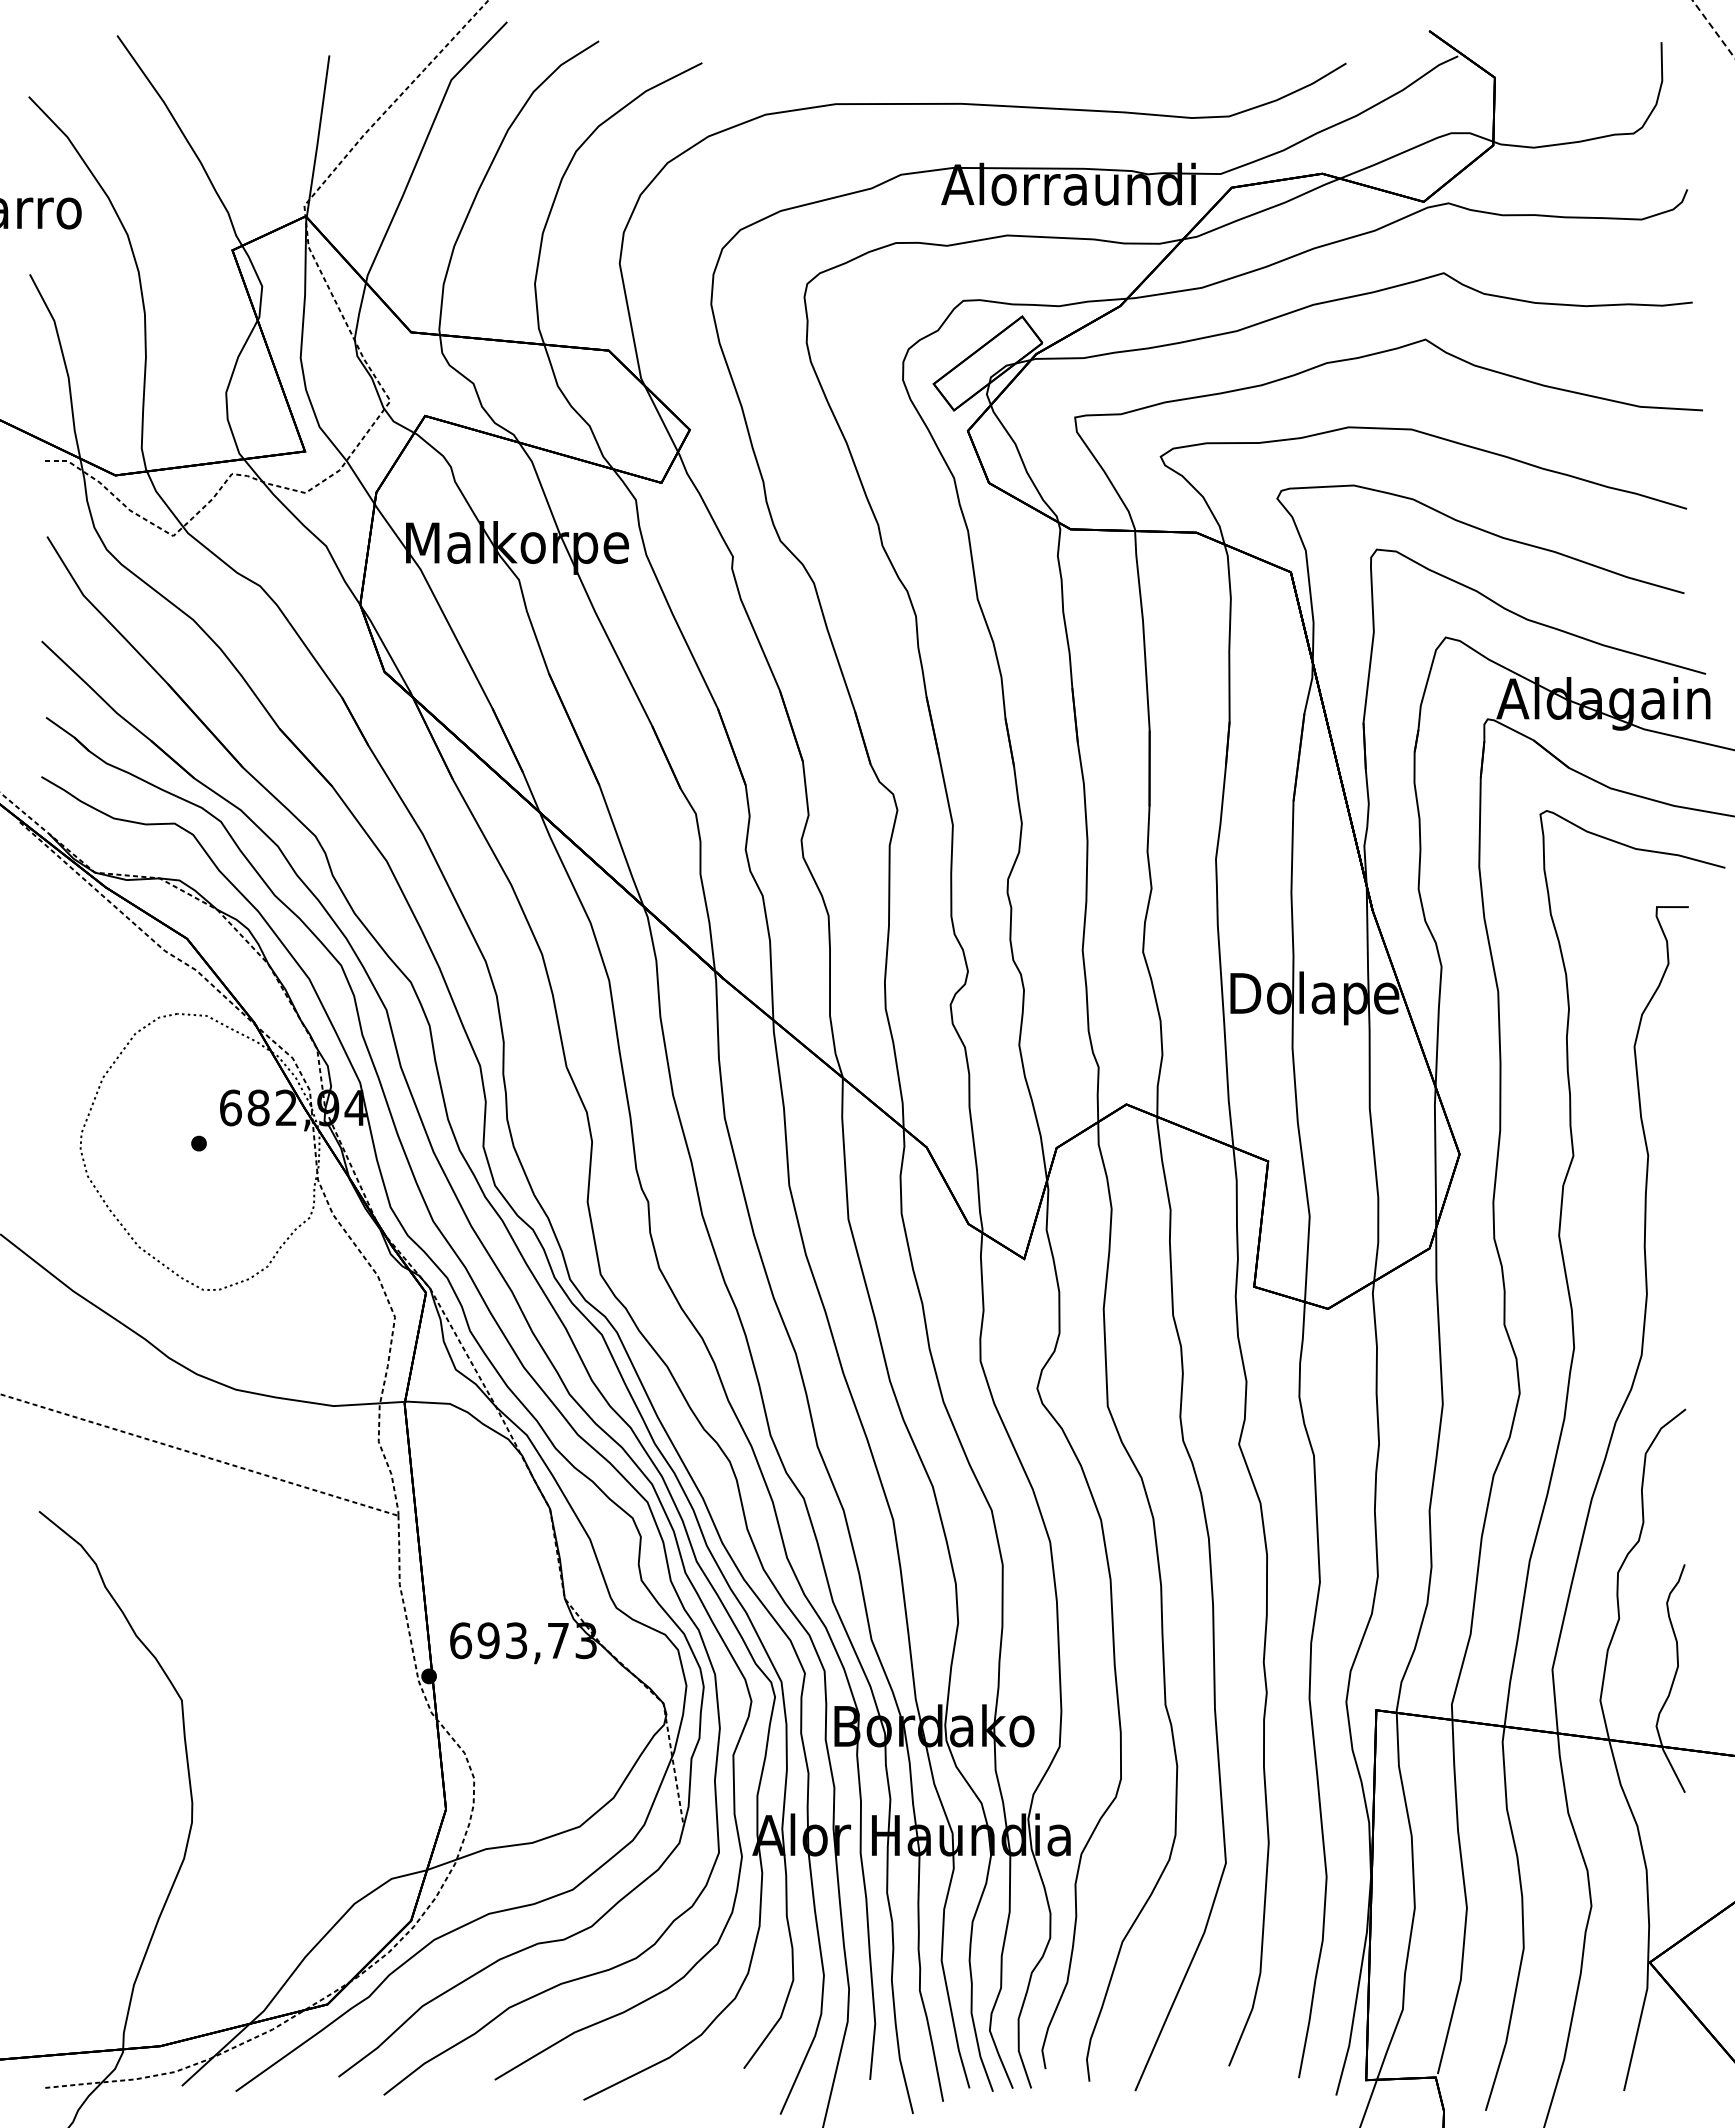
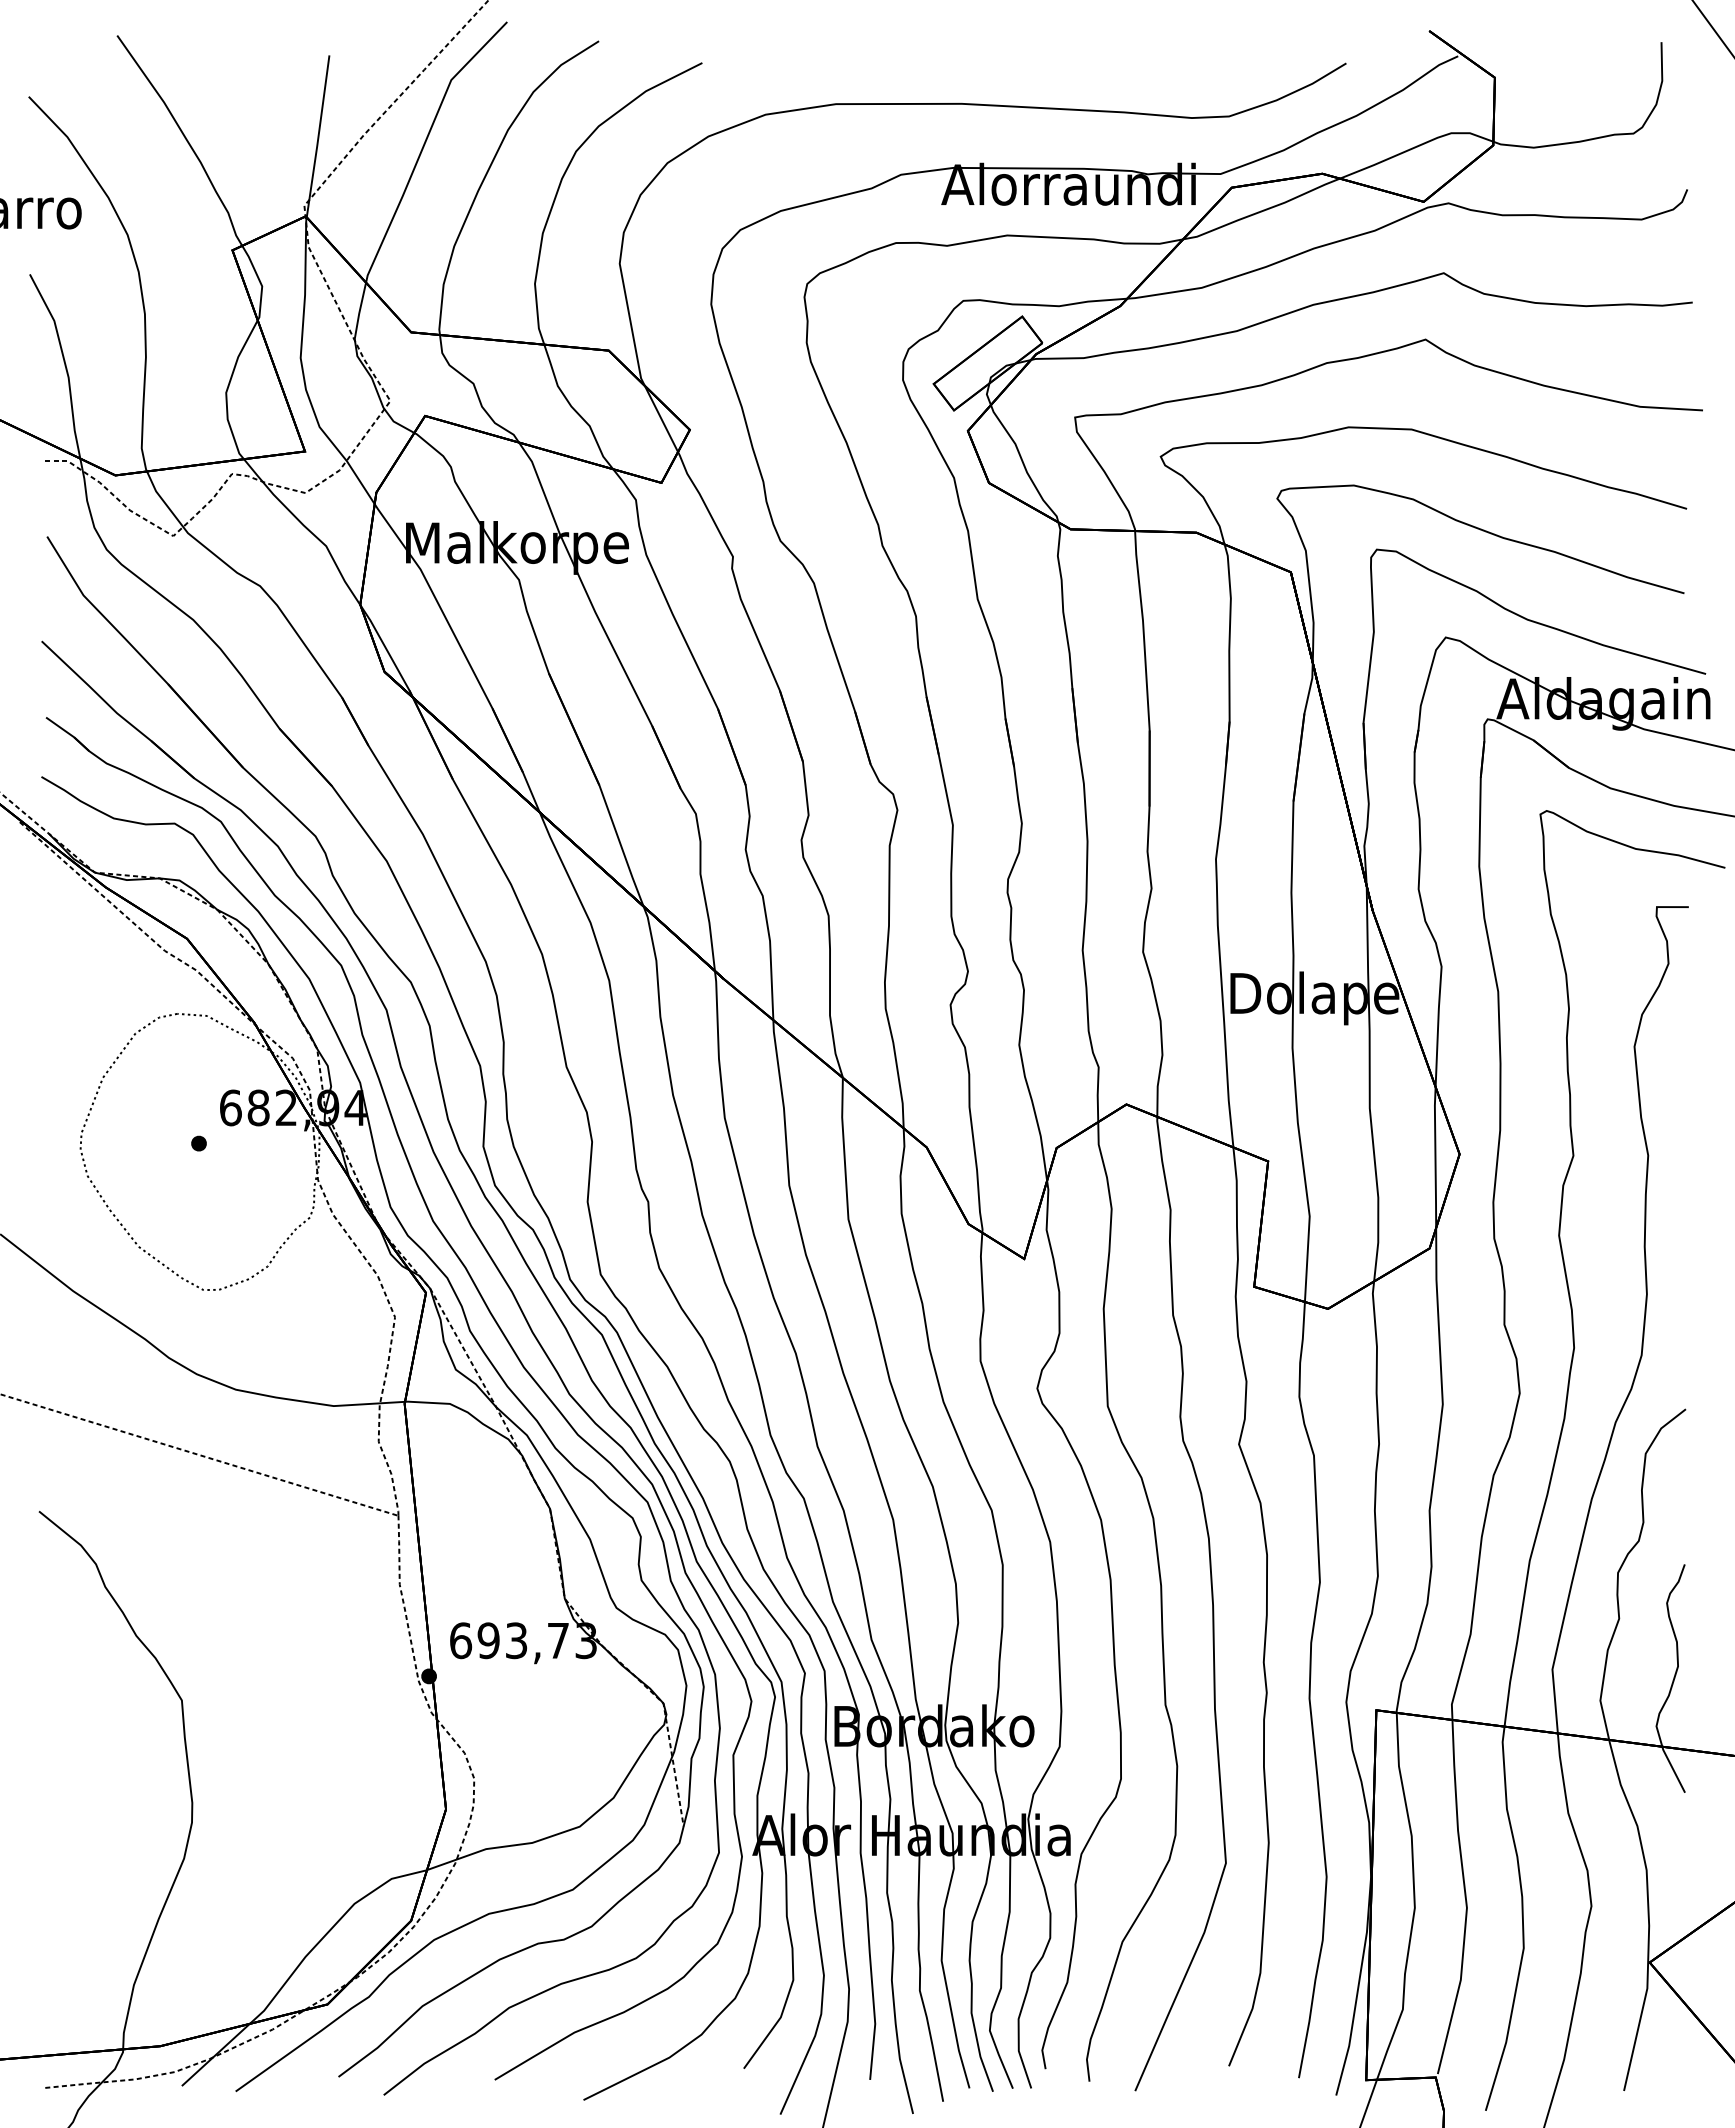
line at (1713, 29): dashed -> solid
